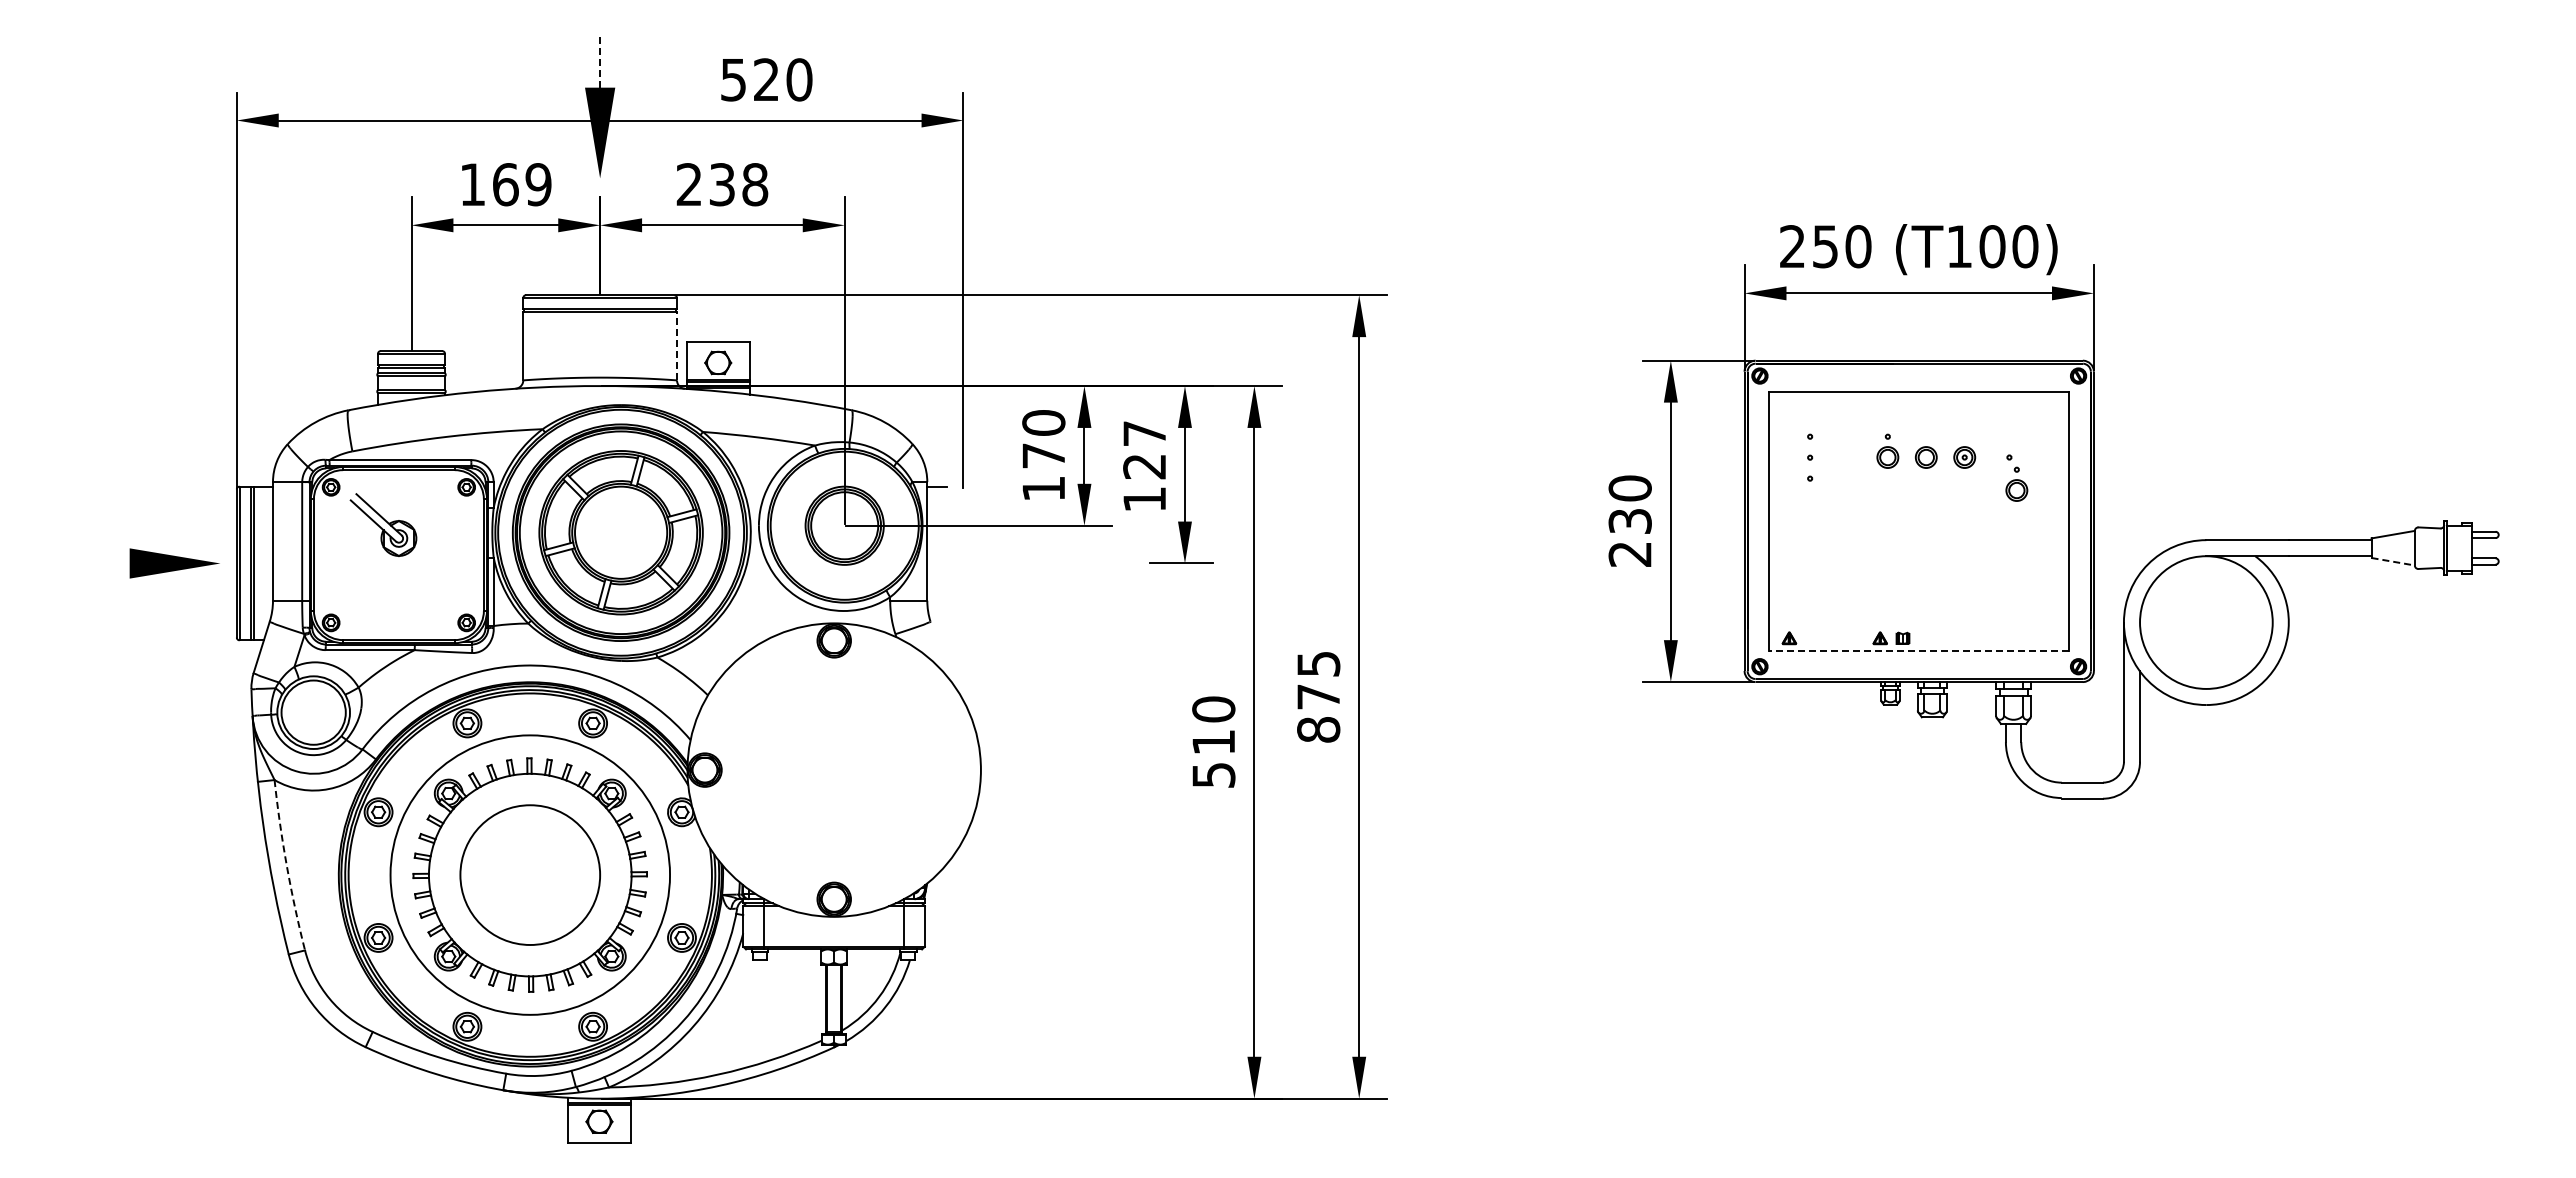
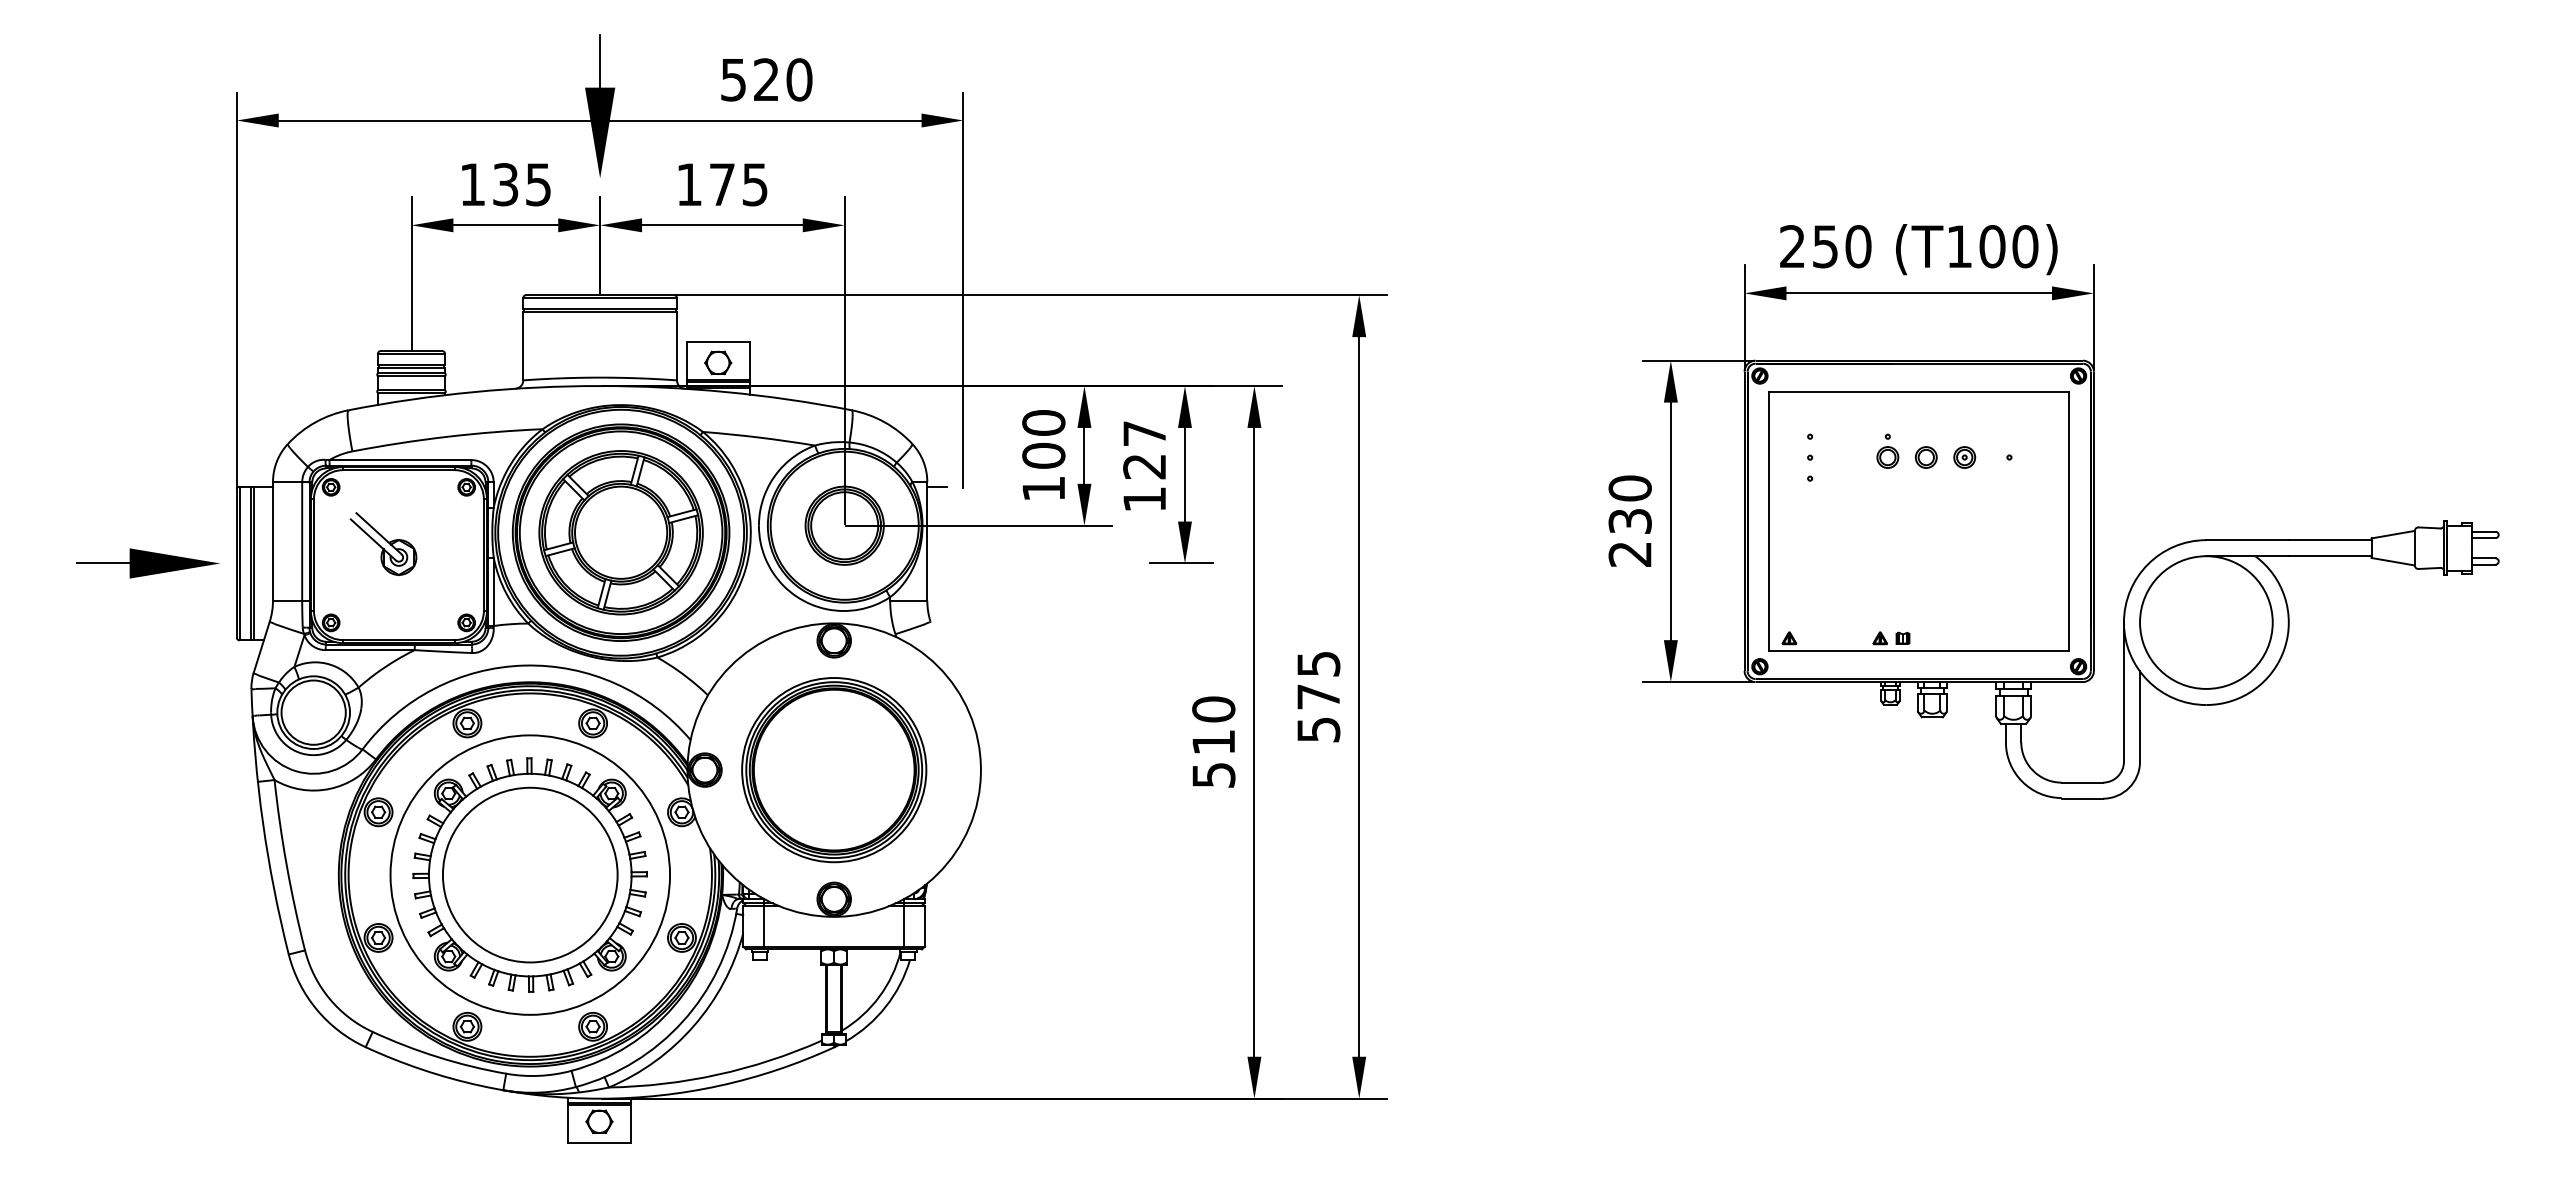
line at (600, 60): dashed -> solid
text at (522, 184): 169 -> 135
text at (722, 184): 238 -> 175
line at (677, 345): dashed -> solid
text at (1043, 455): 170 -> 100
part at (2016, 483): present -> none
part at (383, 524) position: (383, 524) -> (383, 543)
line at (2393, 561): dashed -> solid
line at (103, 563): none -> present
line at (1918, 650): dashed -> solid
text at (1318, 729): 875 -> 575
part at (834, 770): none -> present
arc at (286, 865): dashed -> solid
circle at (530, 874) diameter: 140 px -> 175 px
